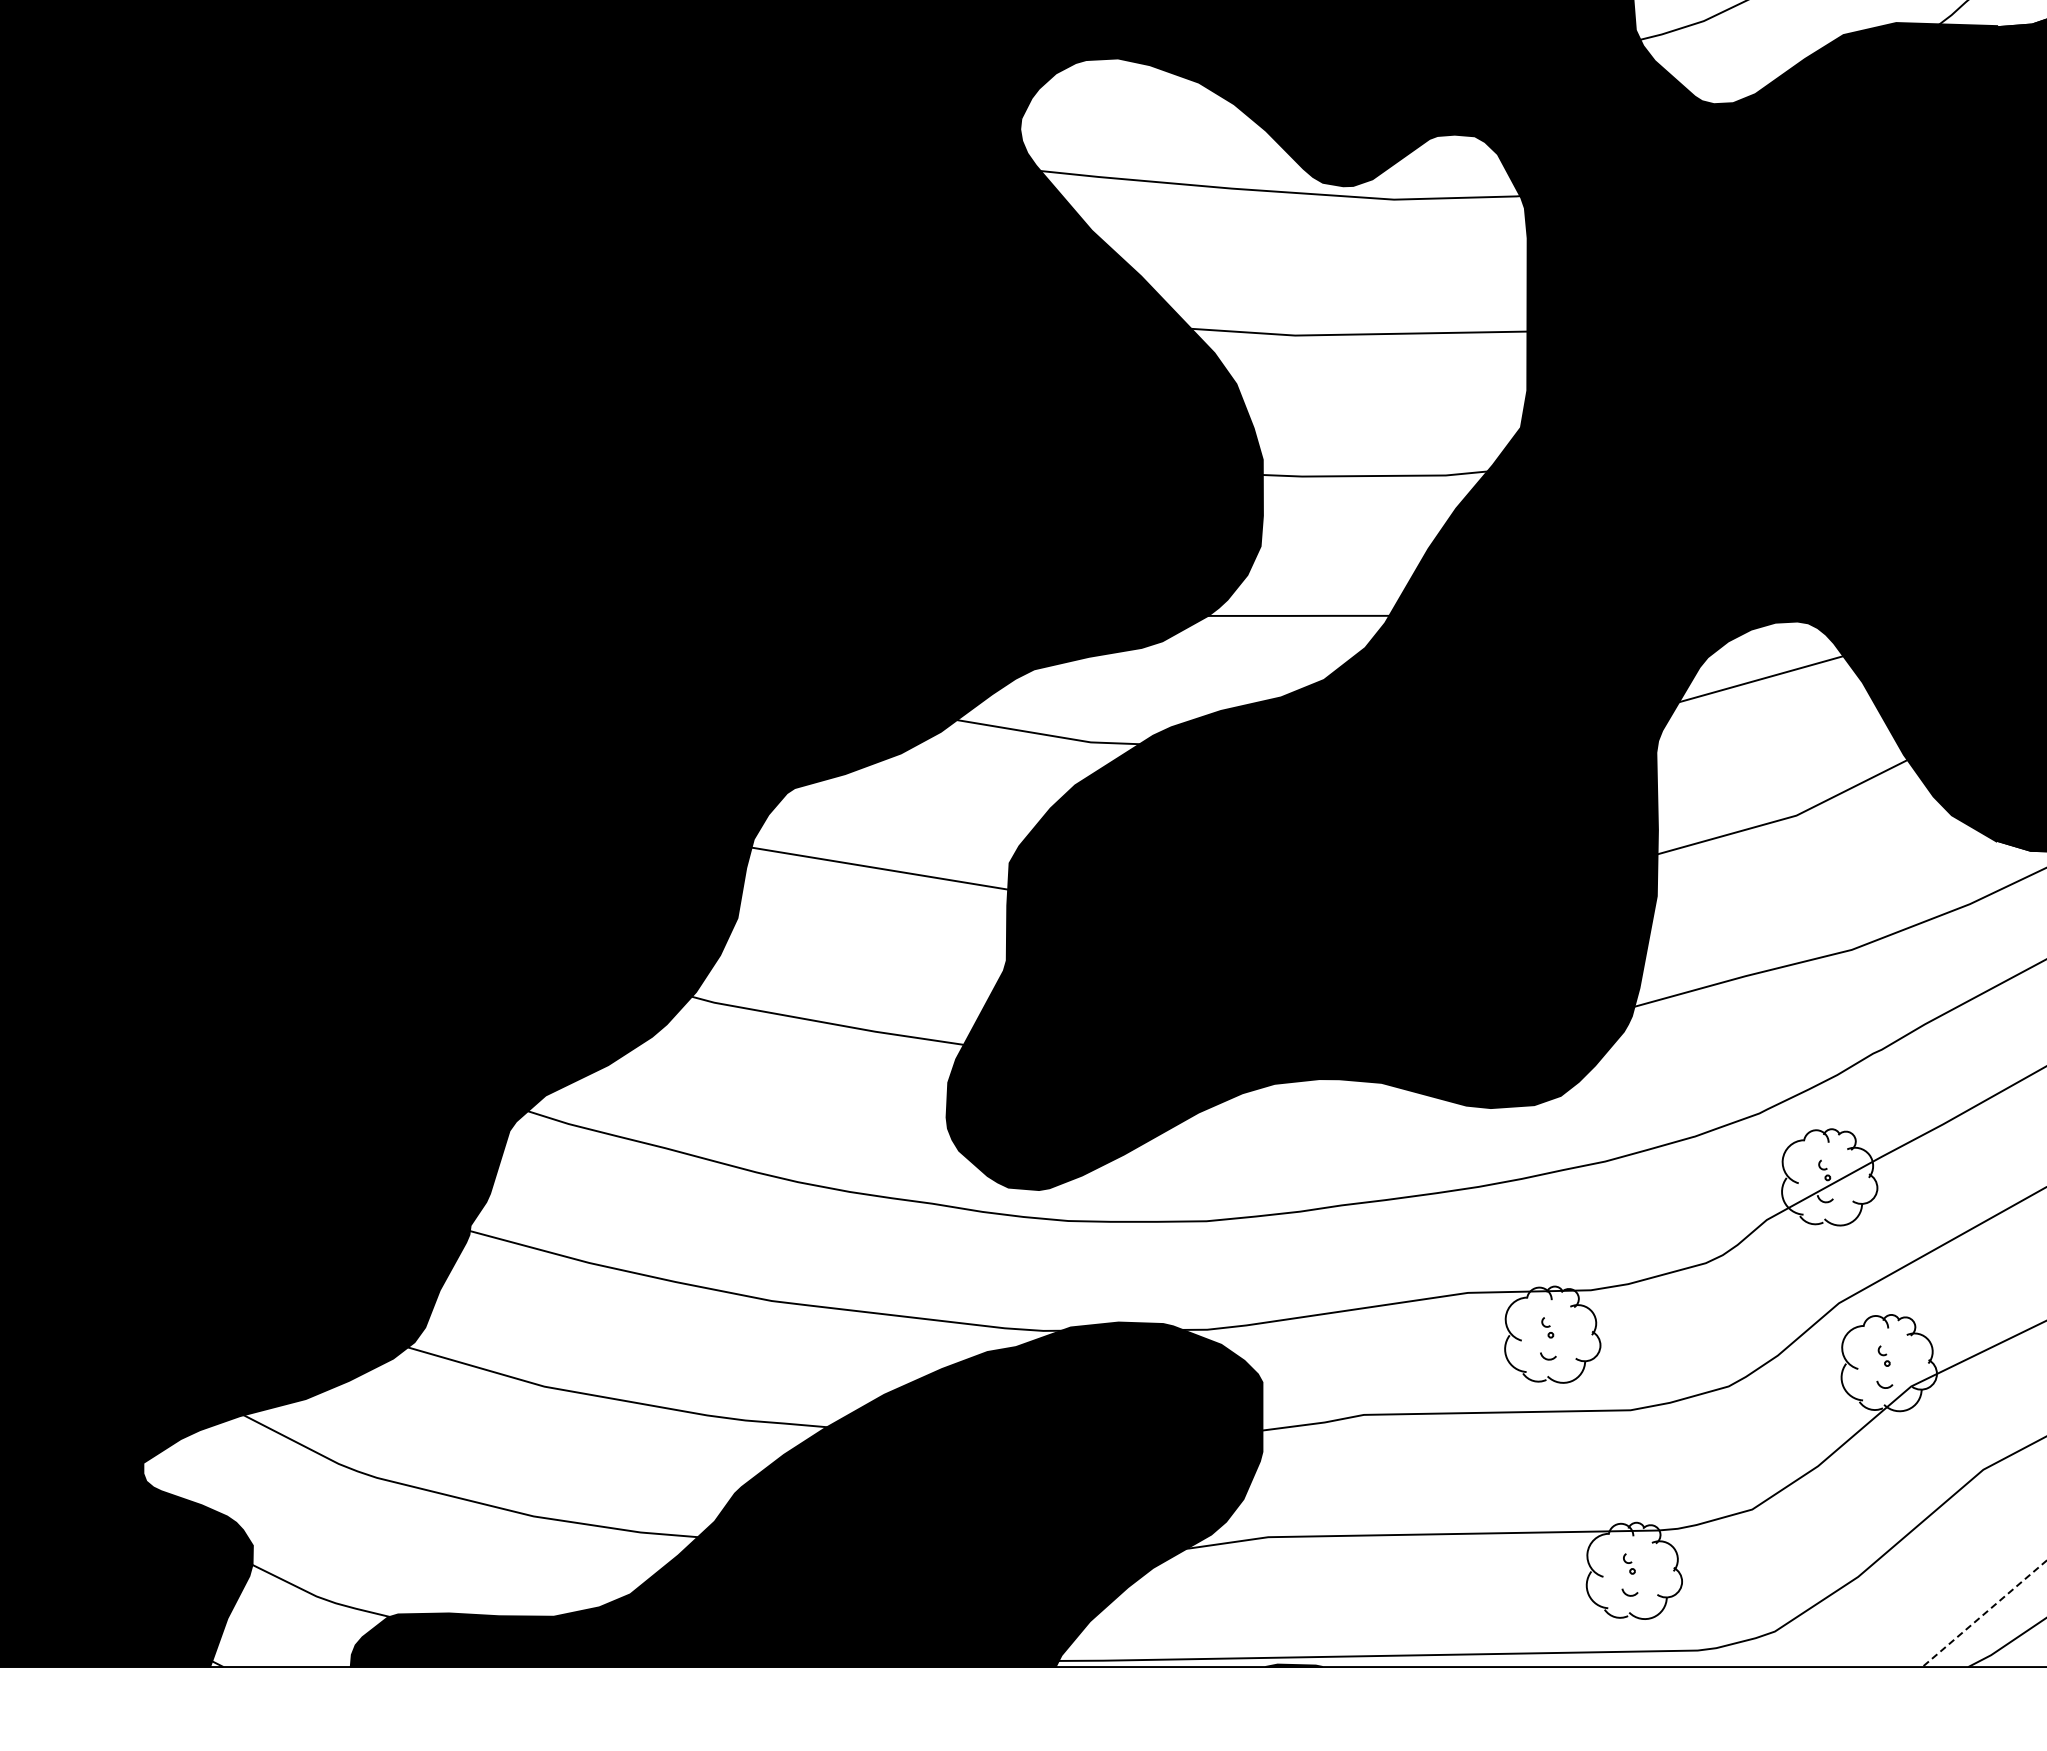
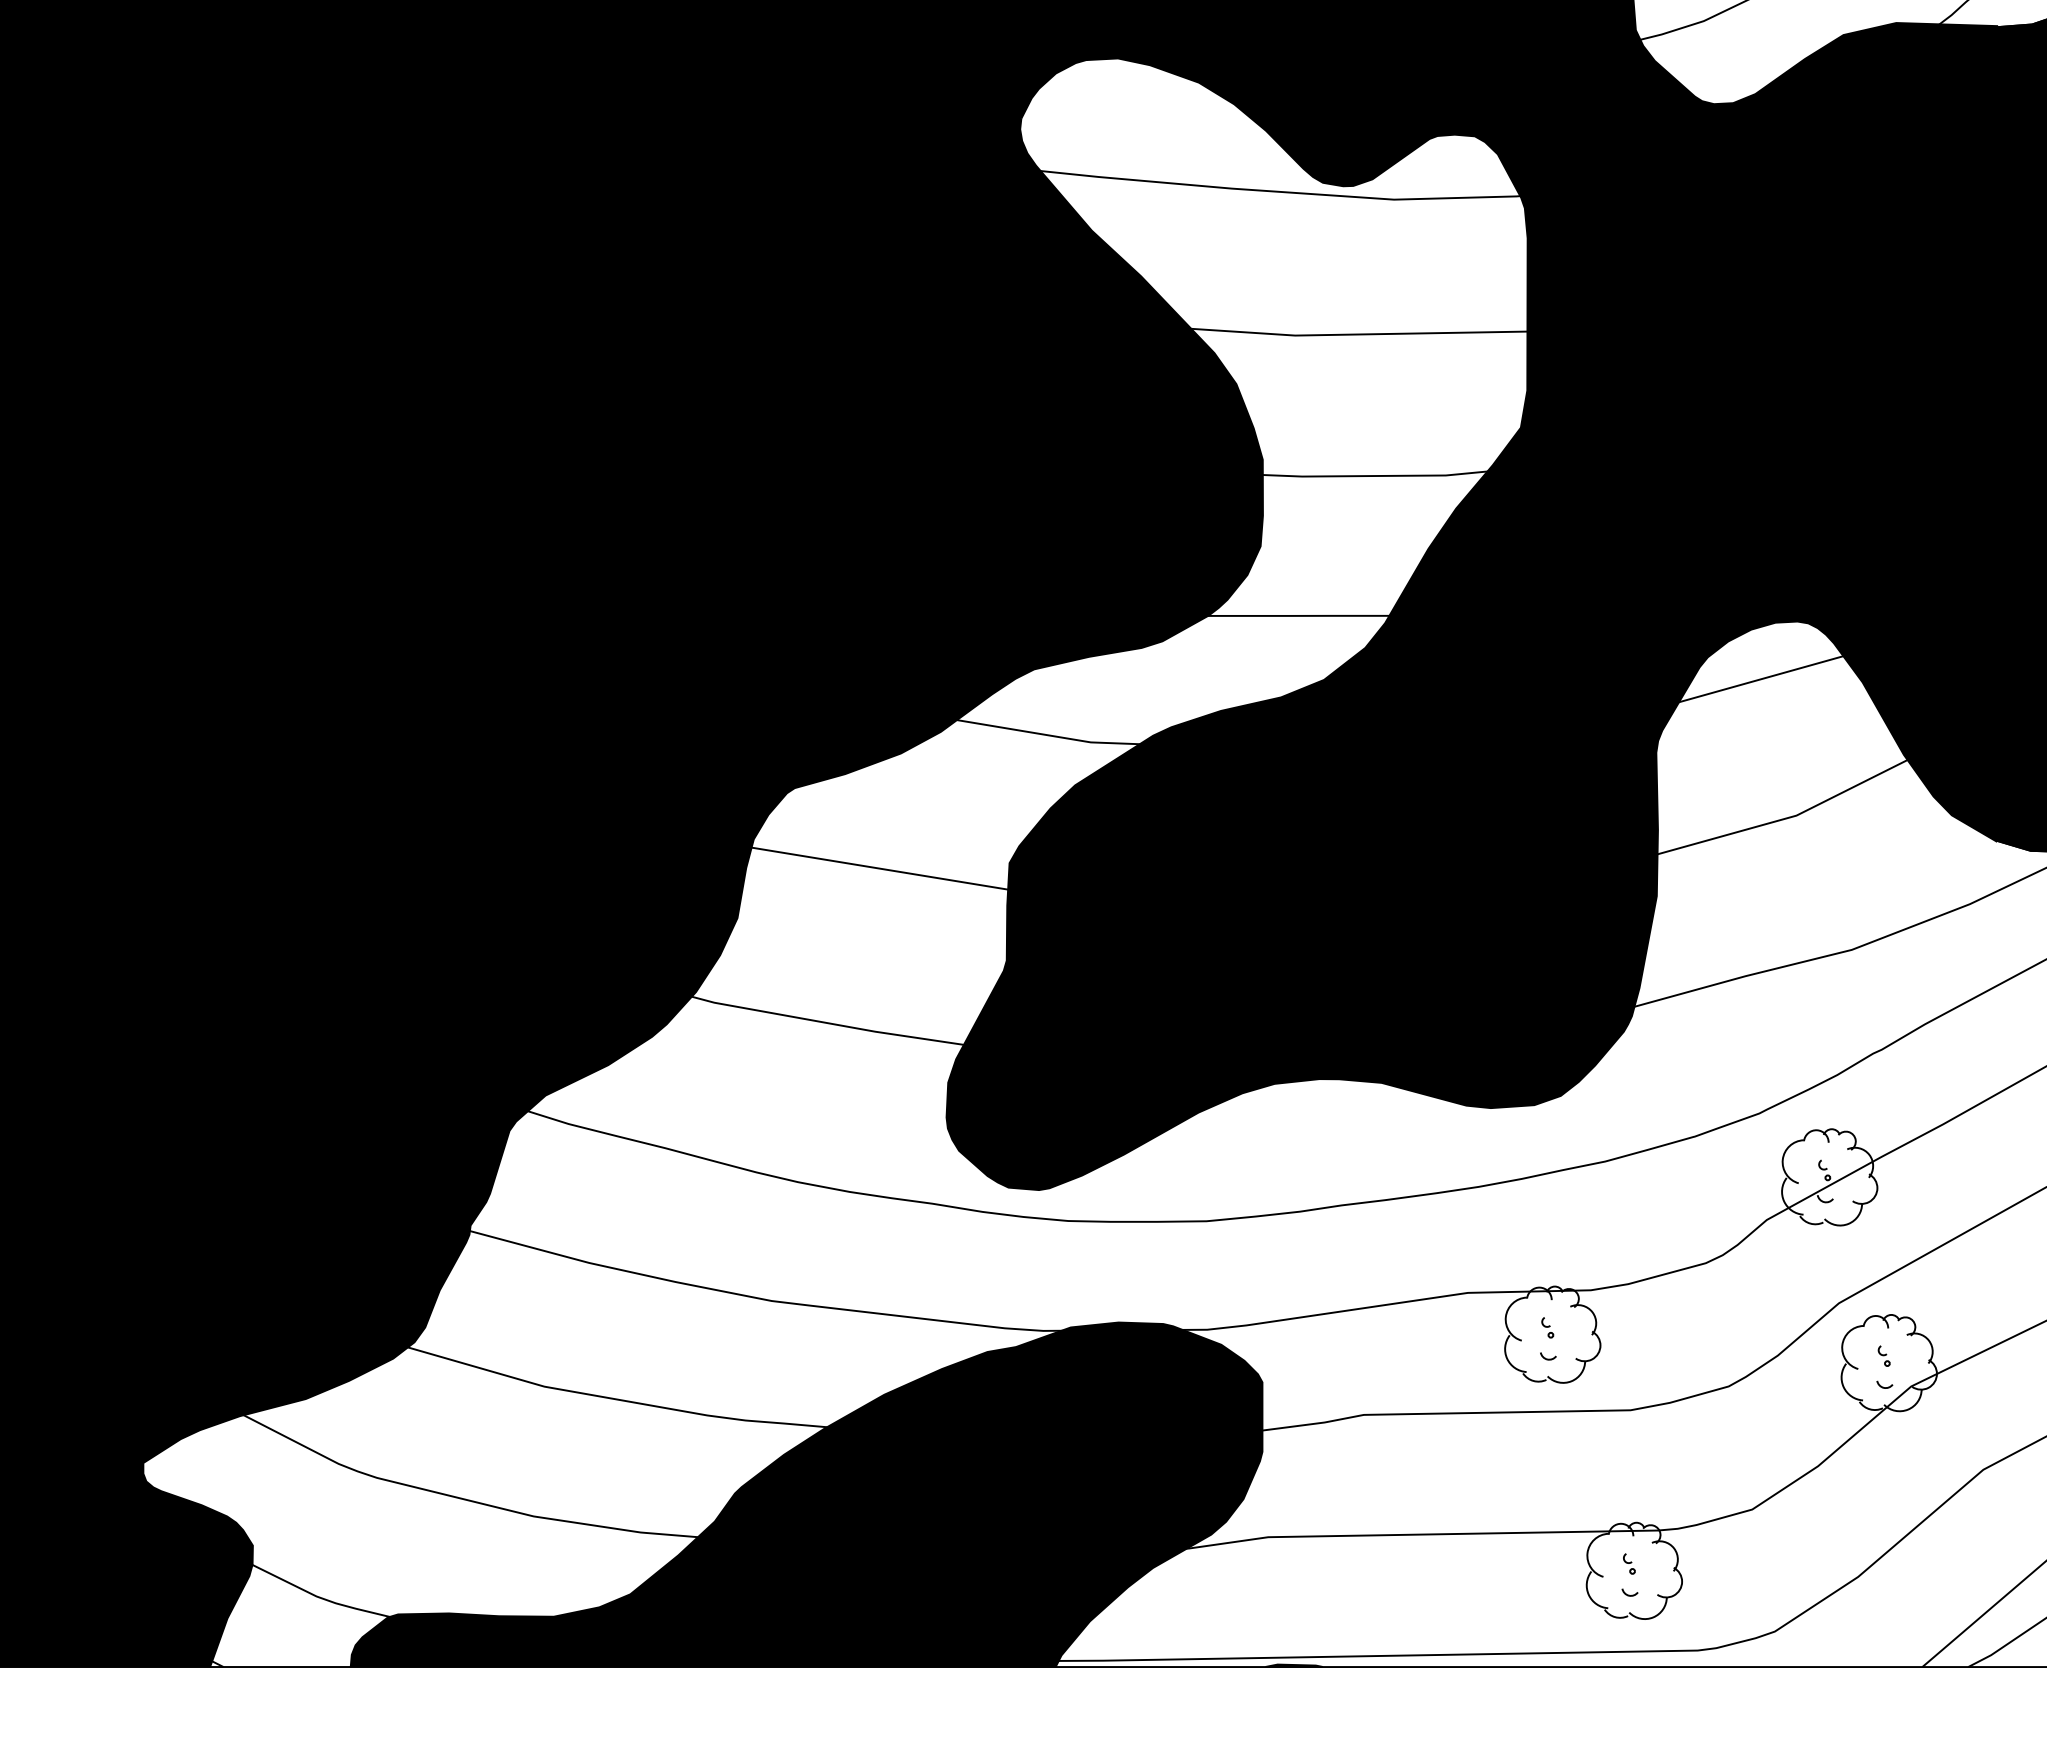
line at (1984, 1613): dashed -> solid
